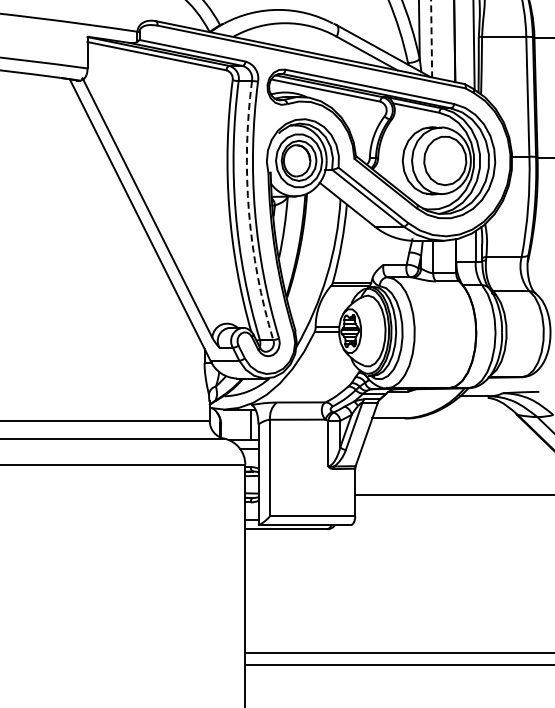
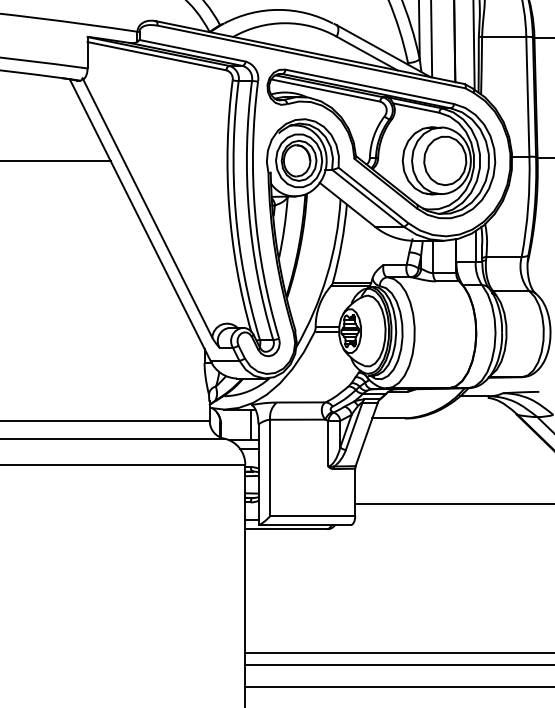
line at (431, 39): dashed -> solid
line at (56, 160): none -> present
arc at (248, 211): dashed -> solid
line at (453, 495) position: (453, 495) -> (453, 504)
line at (398, 686): none -> present
